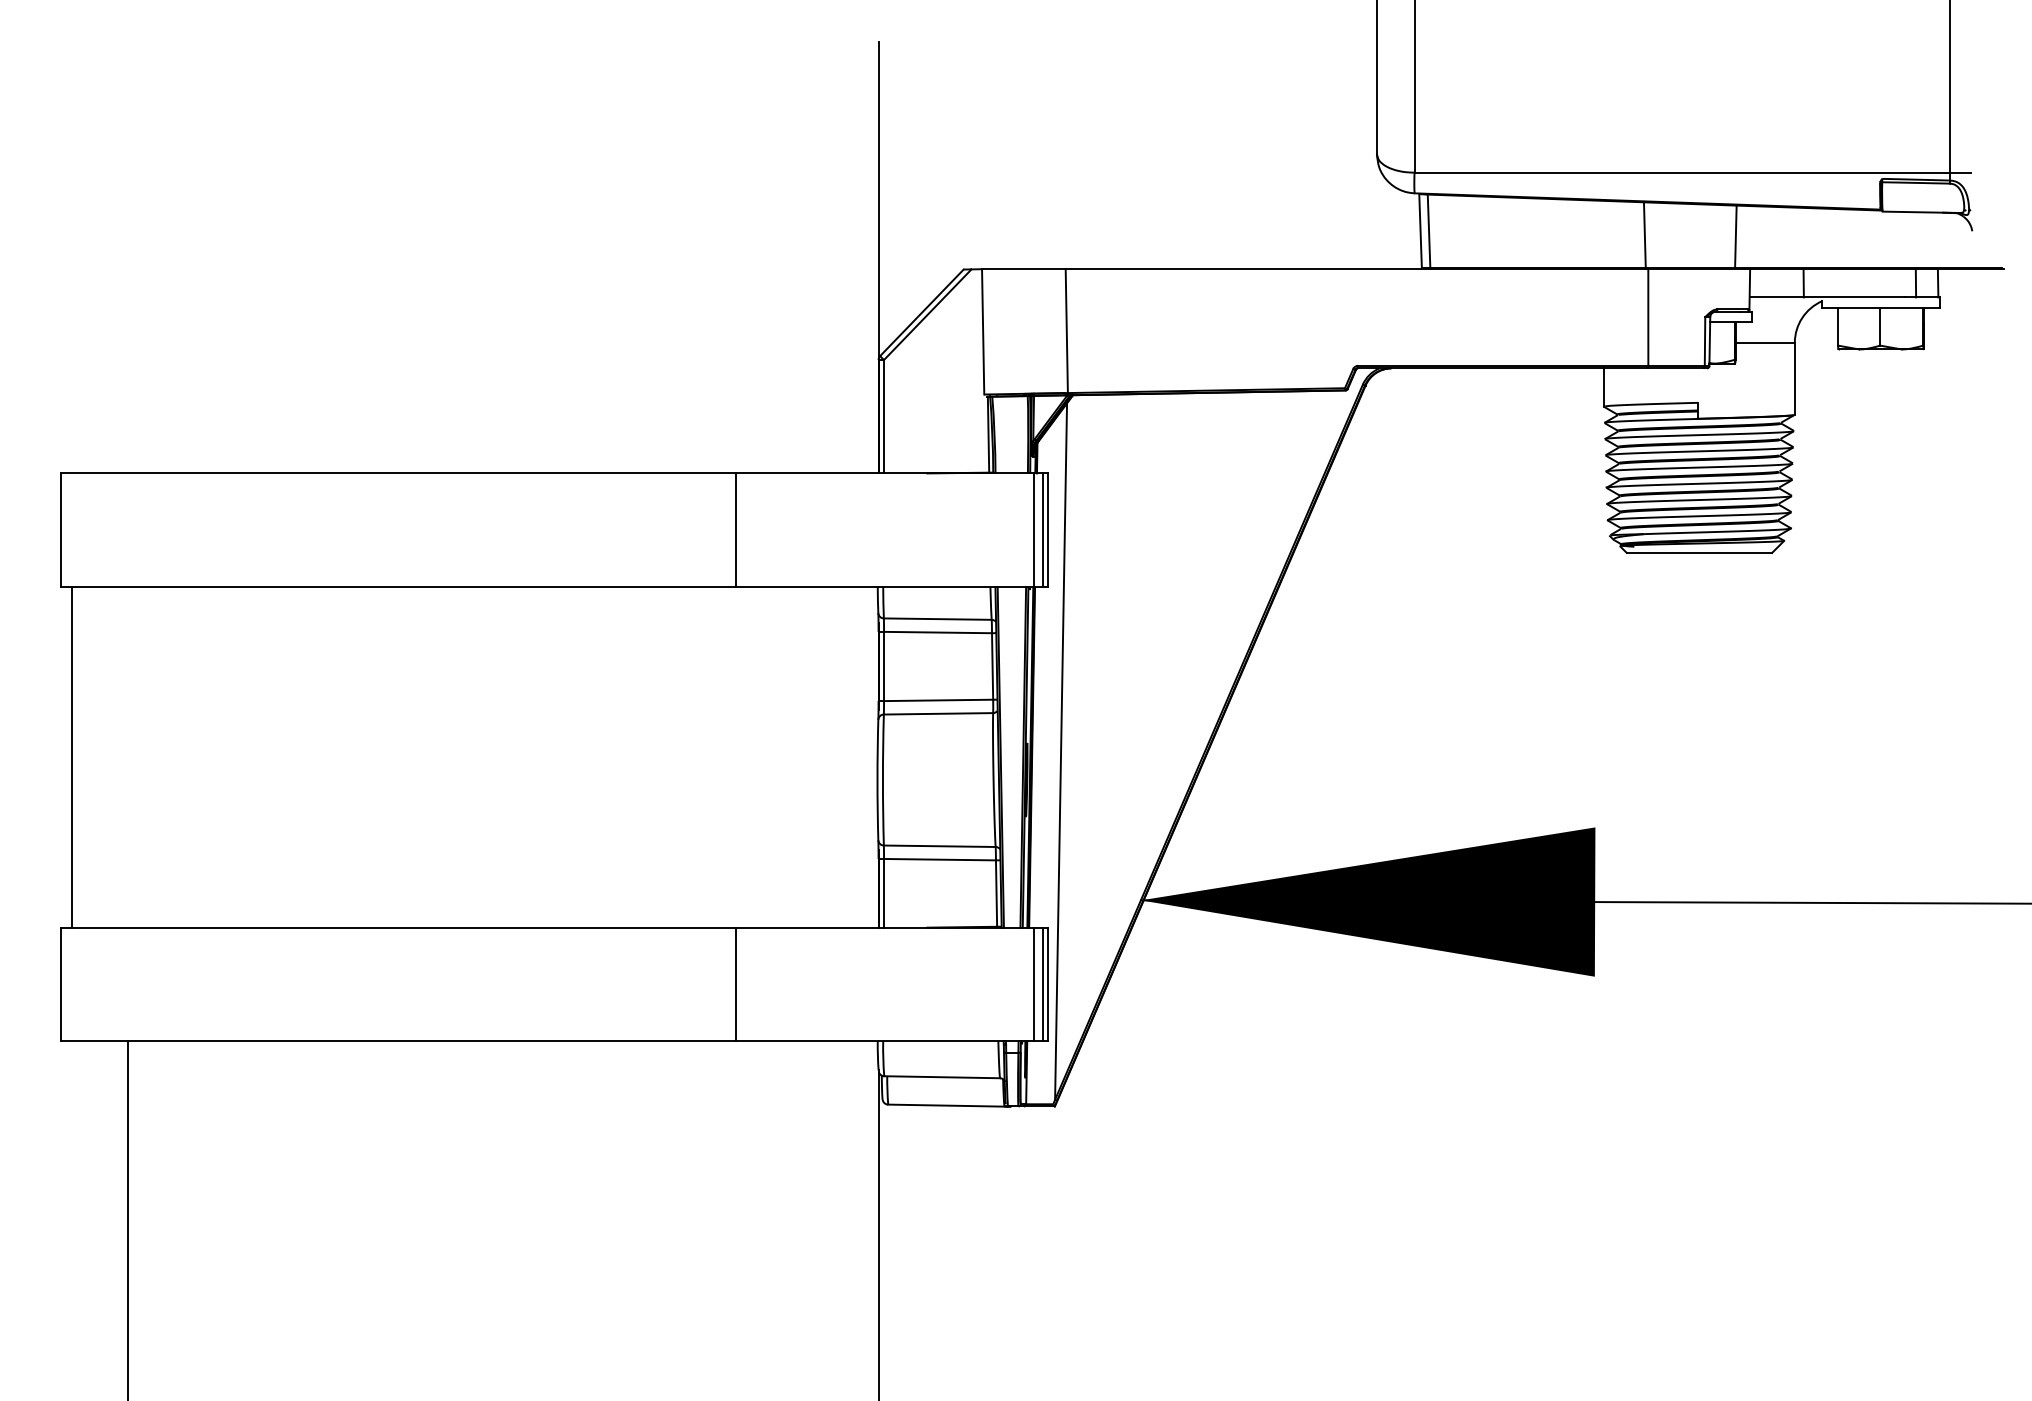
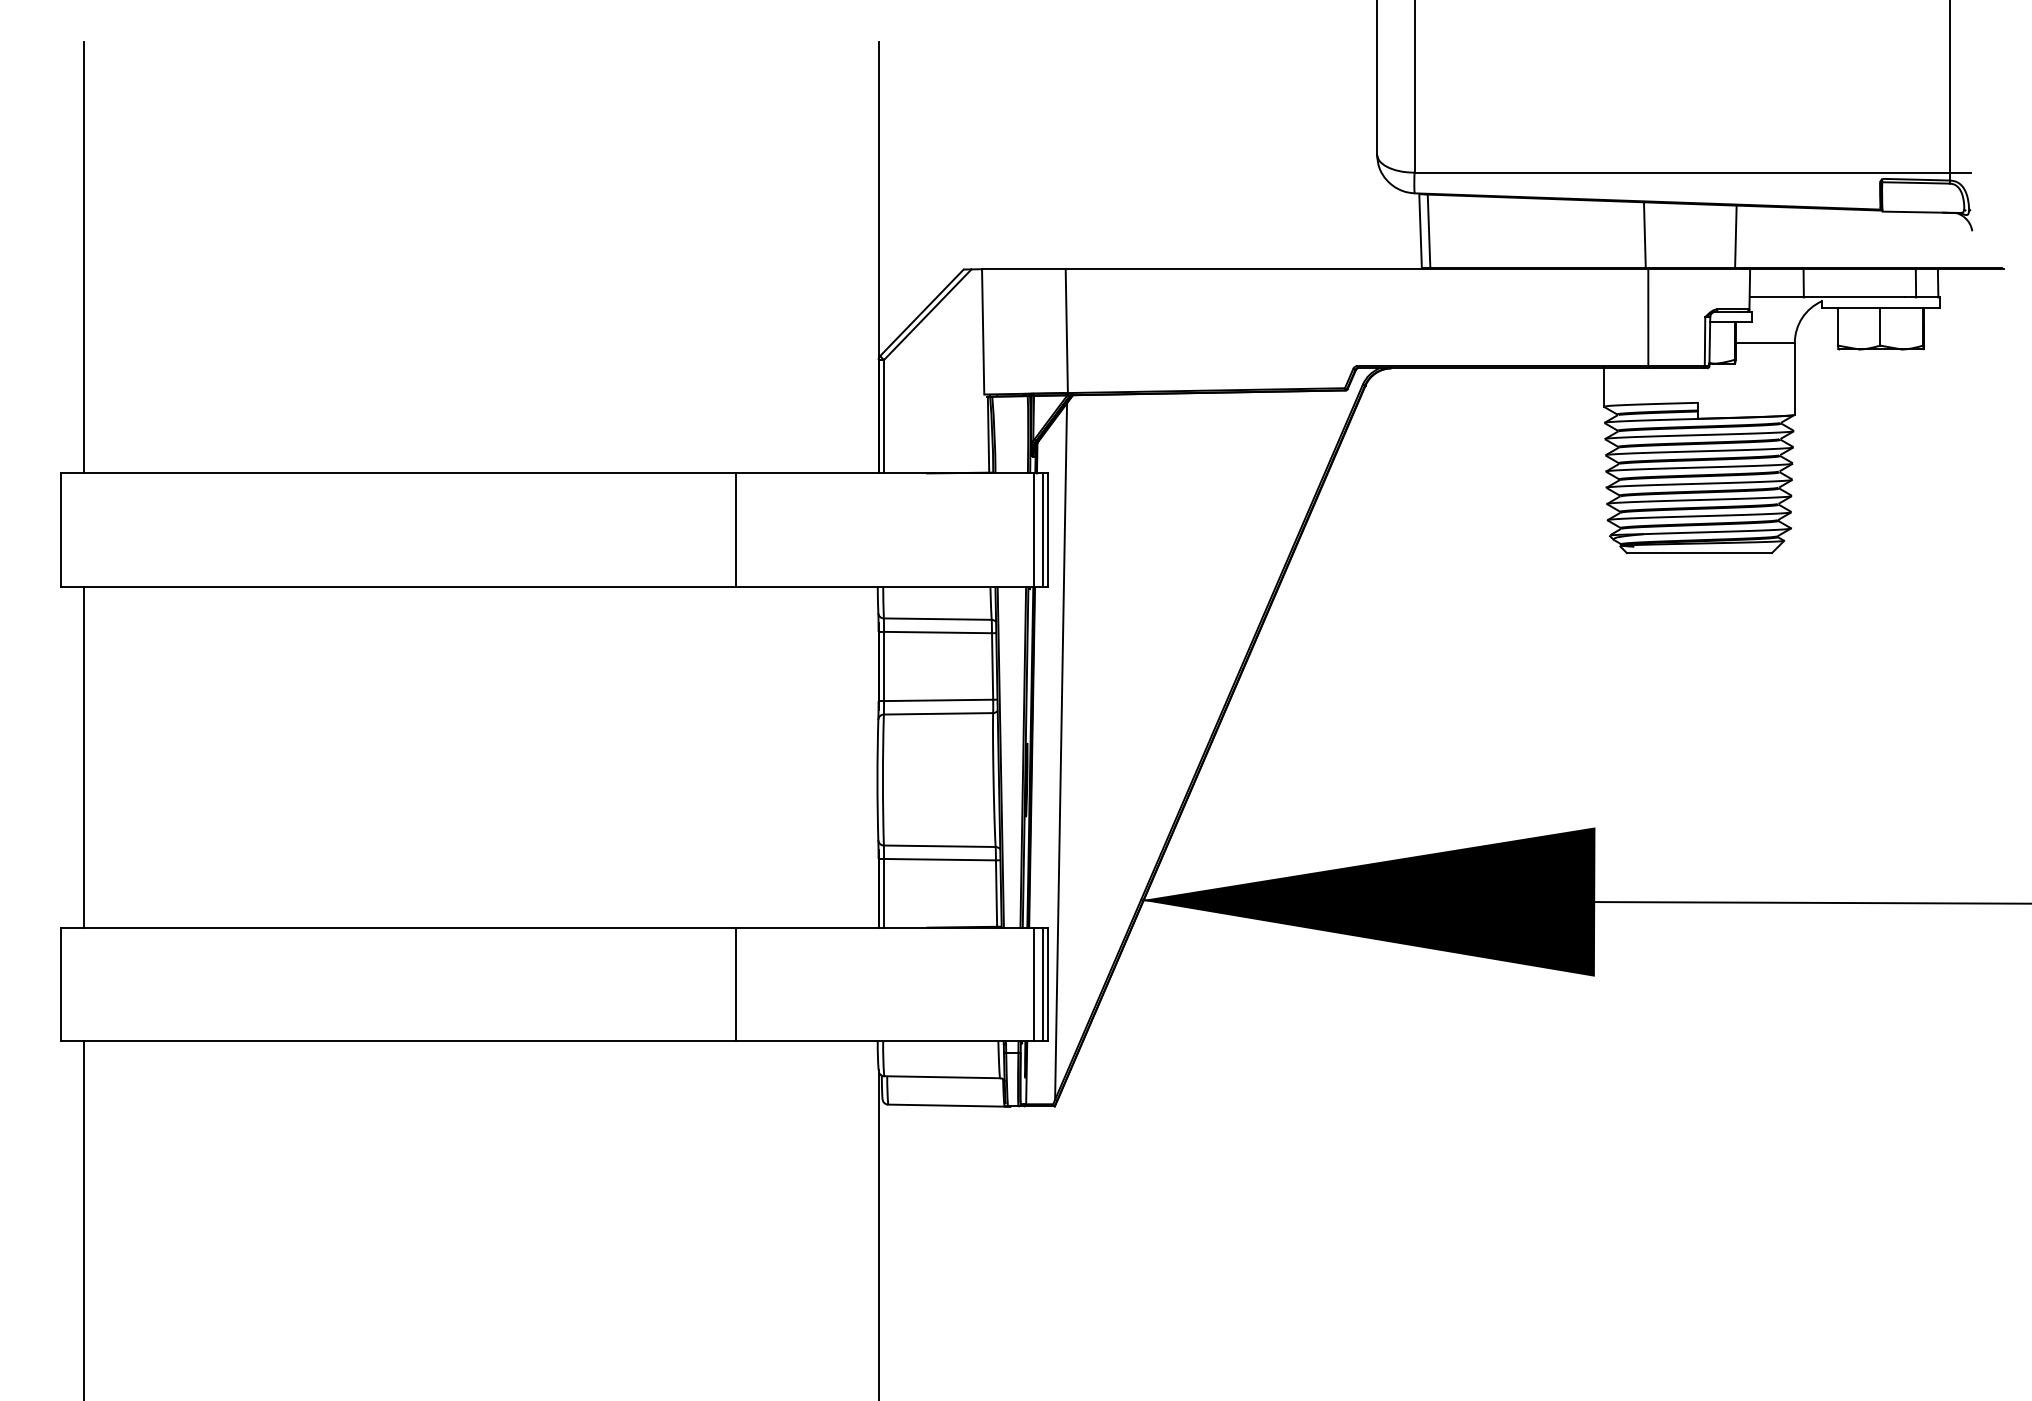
line at (83, 257): none -> present
line at (71, 757) position: (71, 757) -> (83, 757)
line at (127, 1219) position: (127, 1219) -> (83, 1219)
